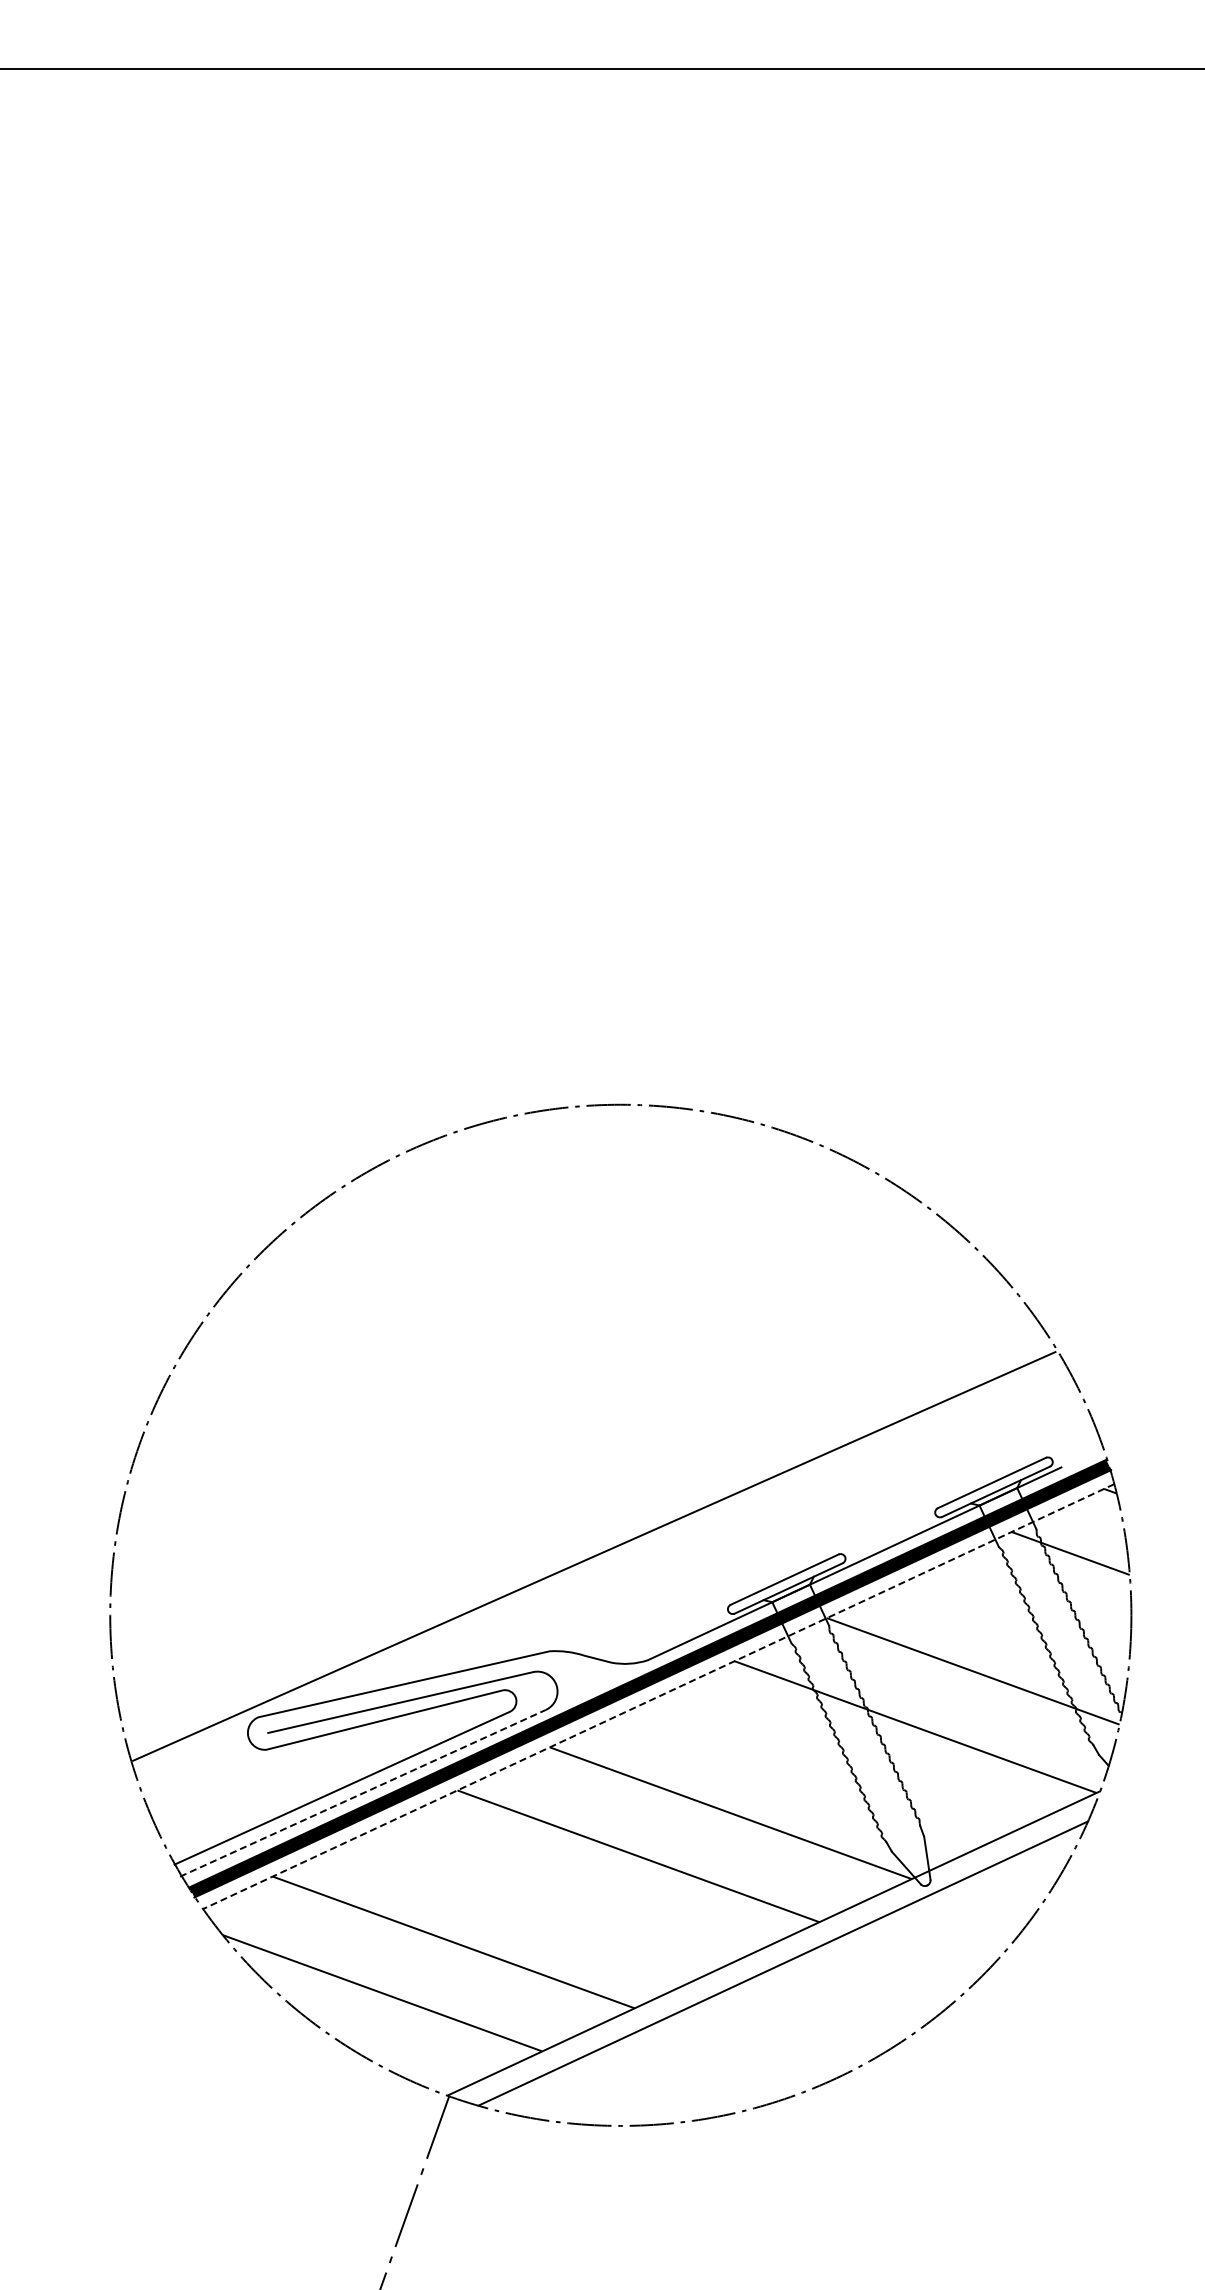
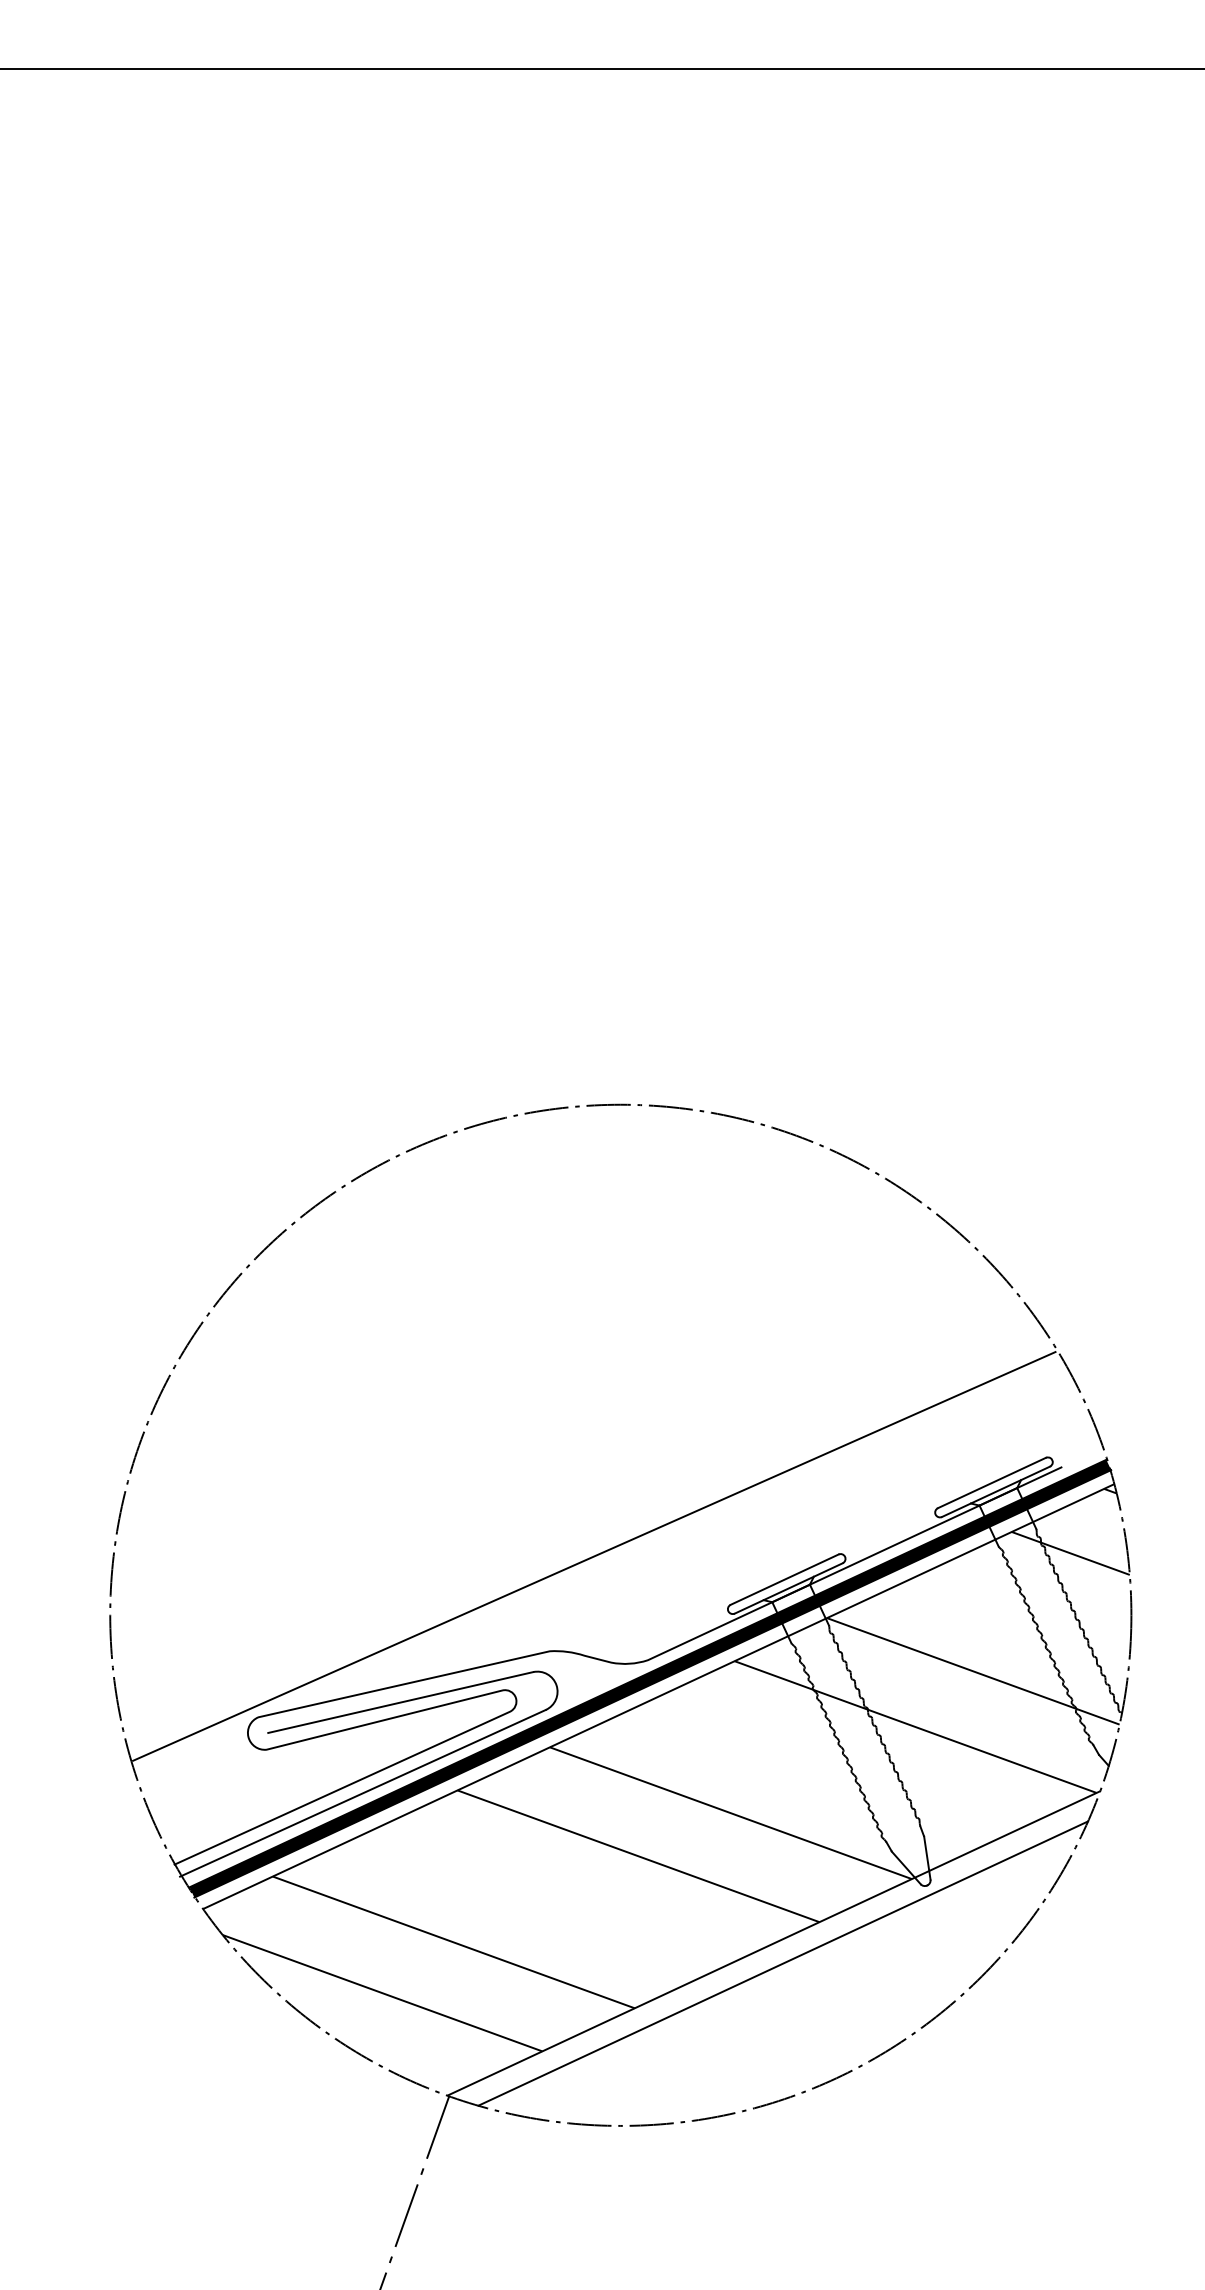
line at (658, 1696): dashed -> solid
line at (362, 1793): dashed -> solid
